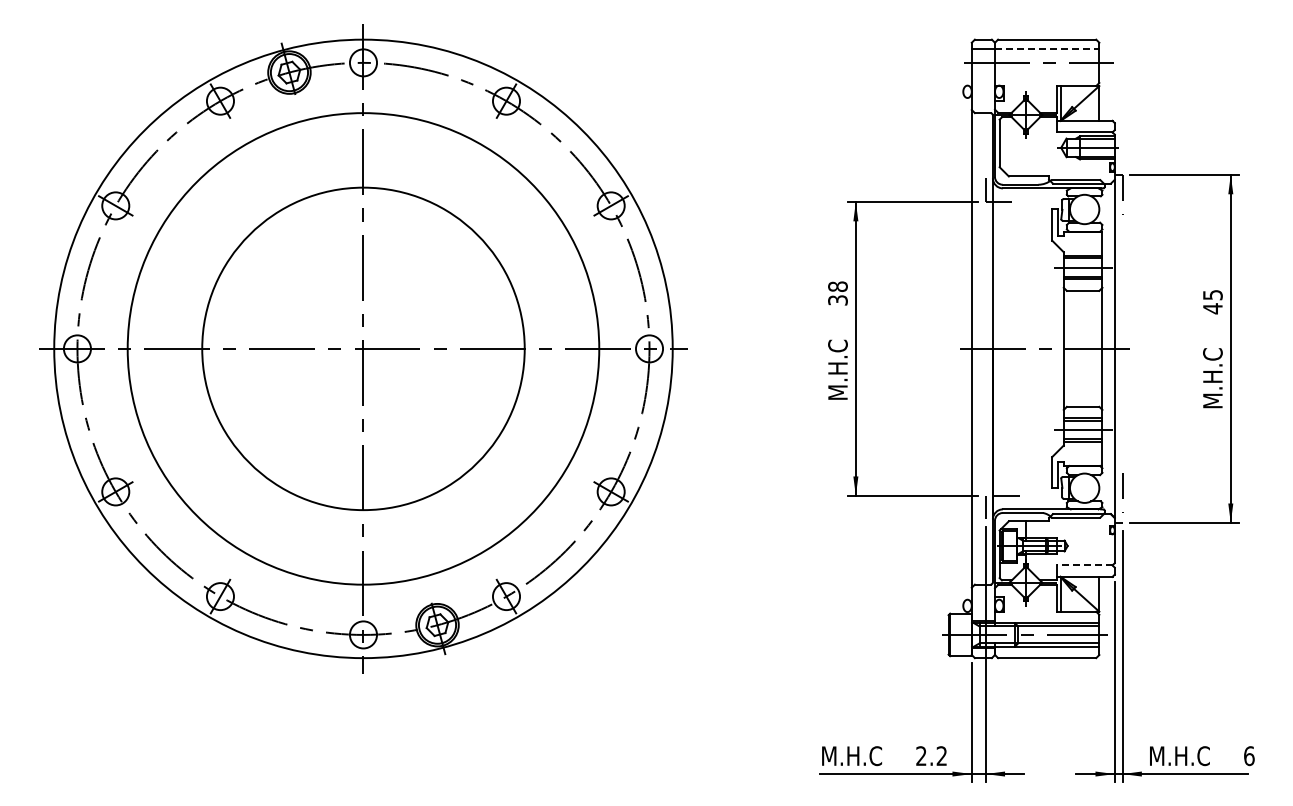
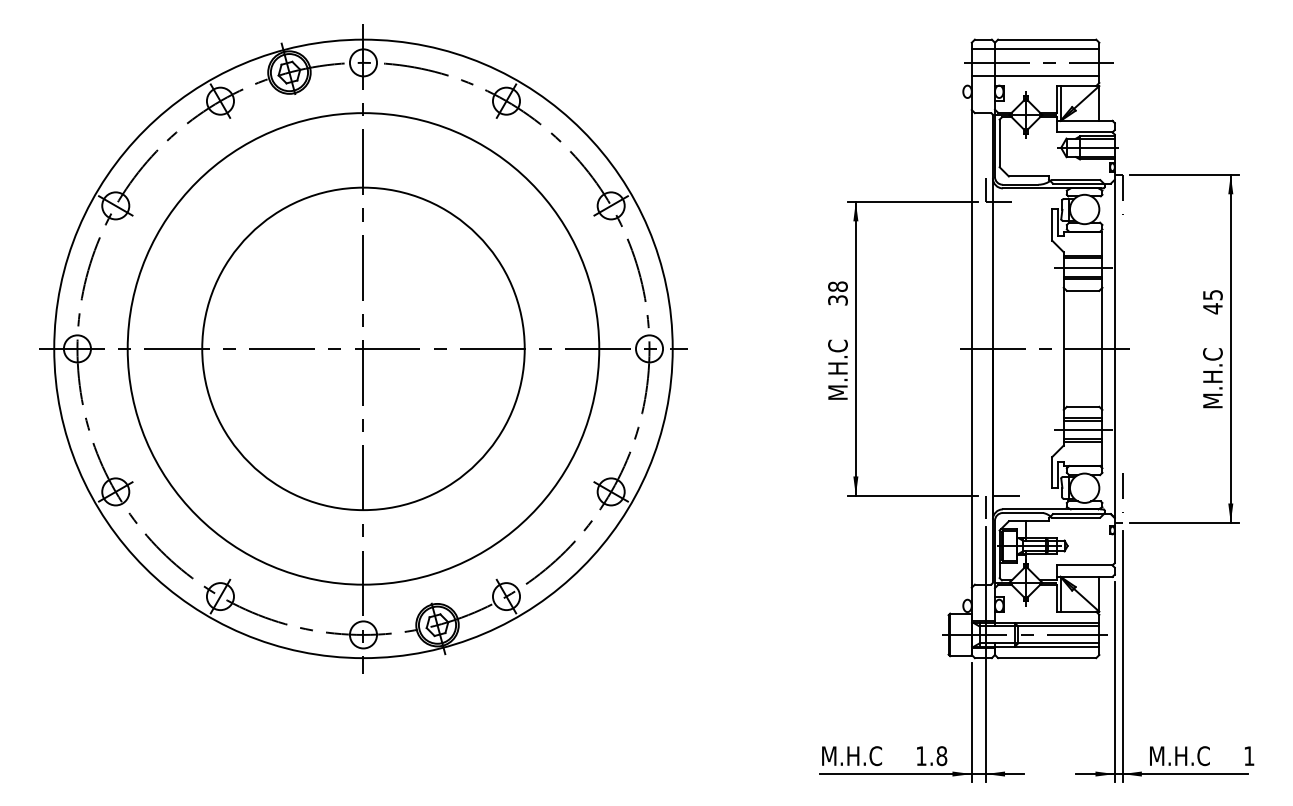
line at (1047, 49): dashed -> solid
line at (1035, 76): none -> present
line at (1084, 565): dashed -> solid
text at (931, 756): 2.2 -> 1.8
text at (1249, 756): 6 -> 1
